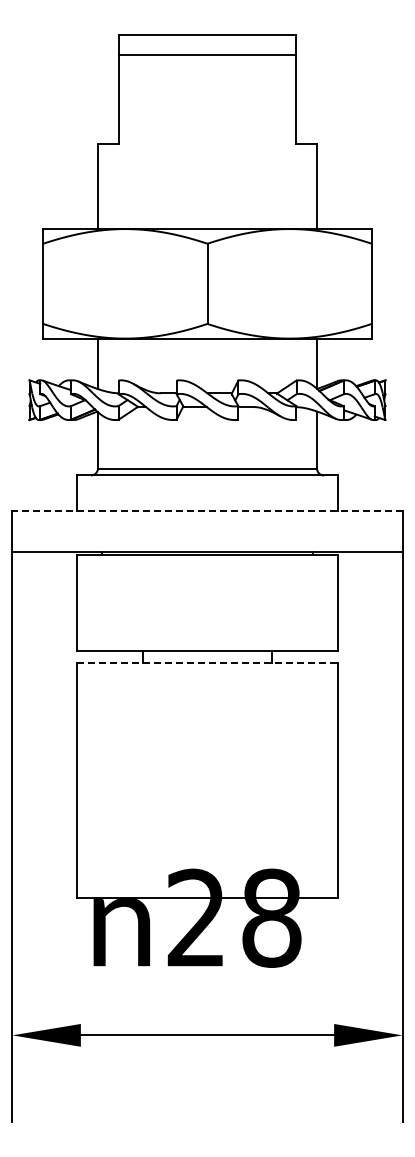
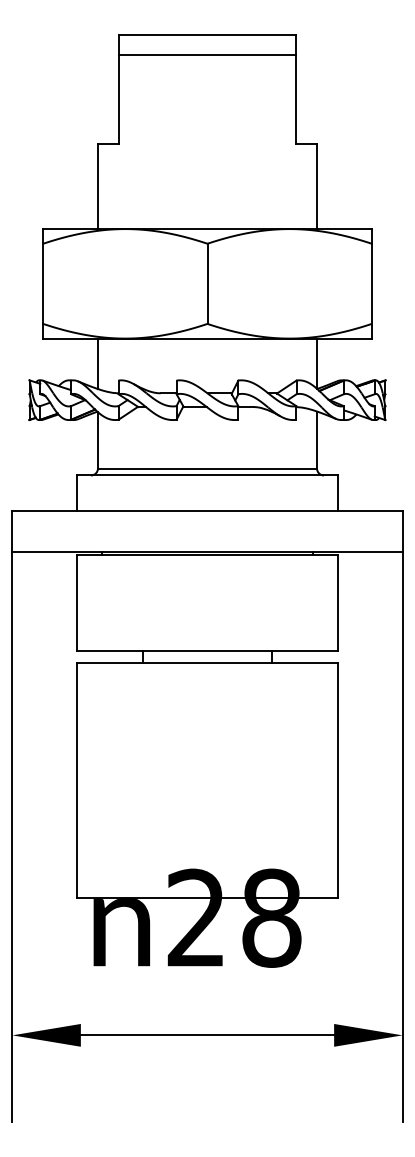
line at (206, 511): dashed -> solid
line at (207, 663): dashed -> solid
